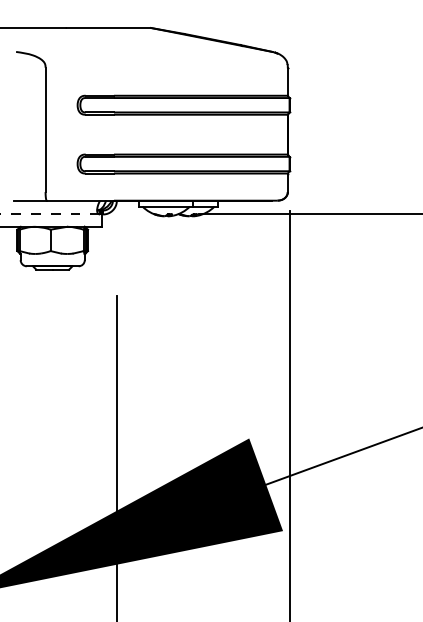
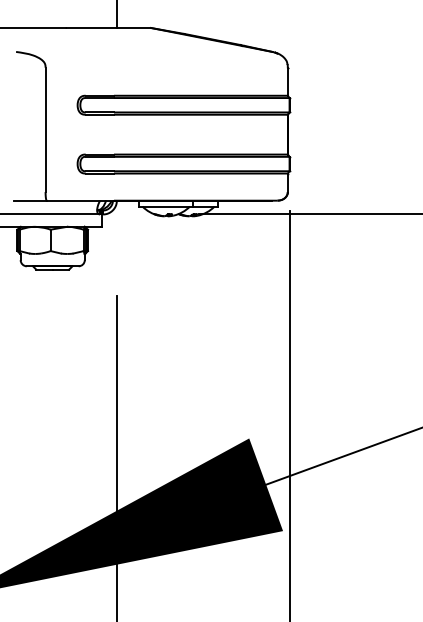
line at (116, 15): none -> present
line at (50, 214): dashed -> solid
